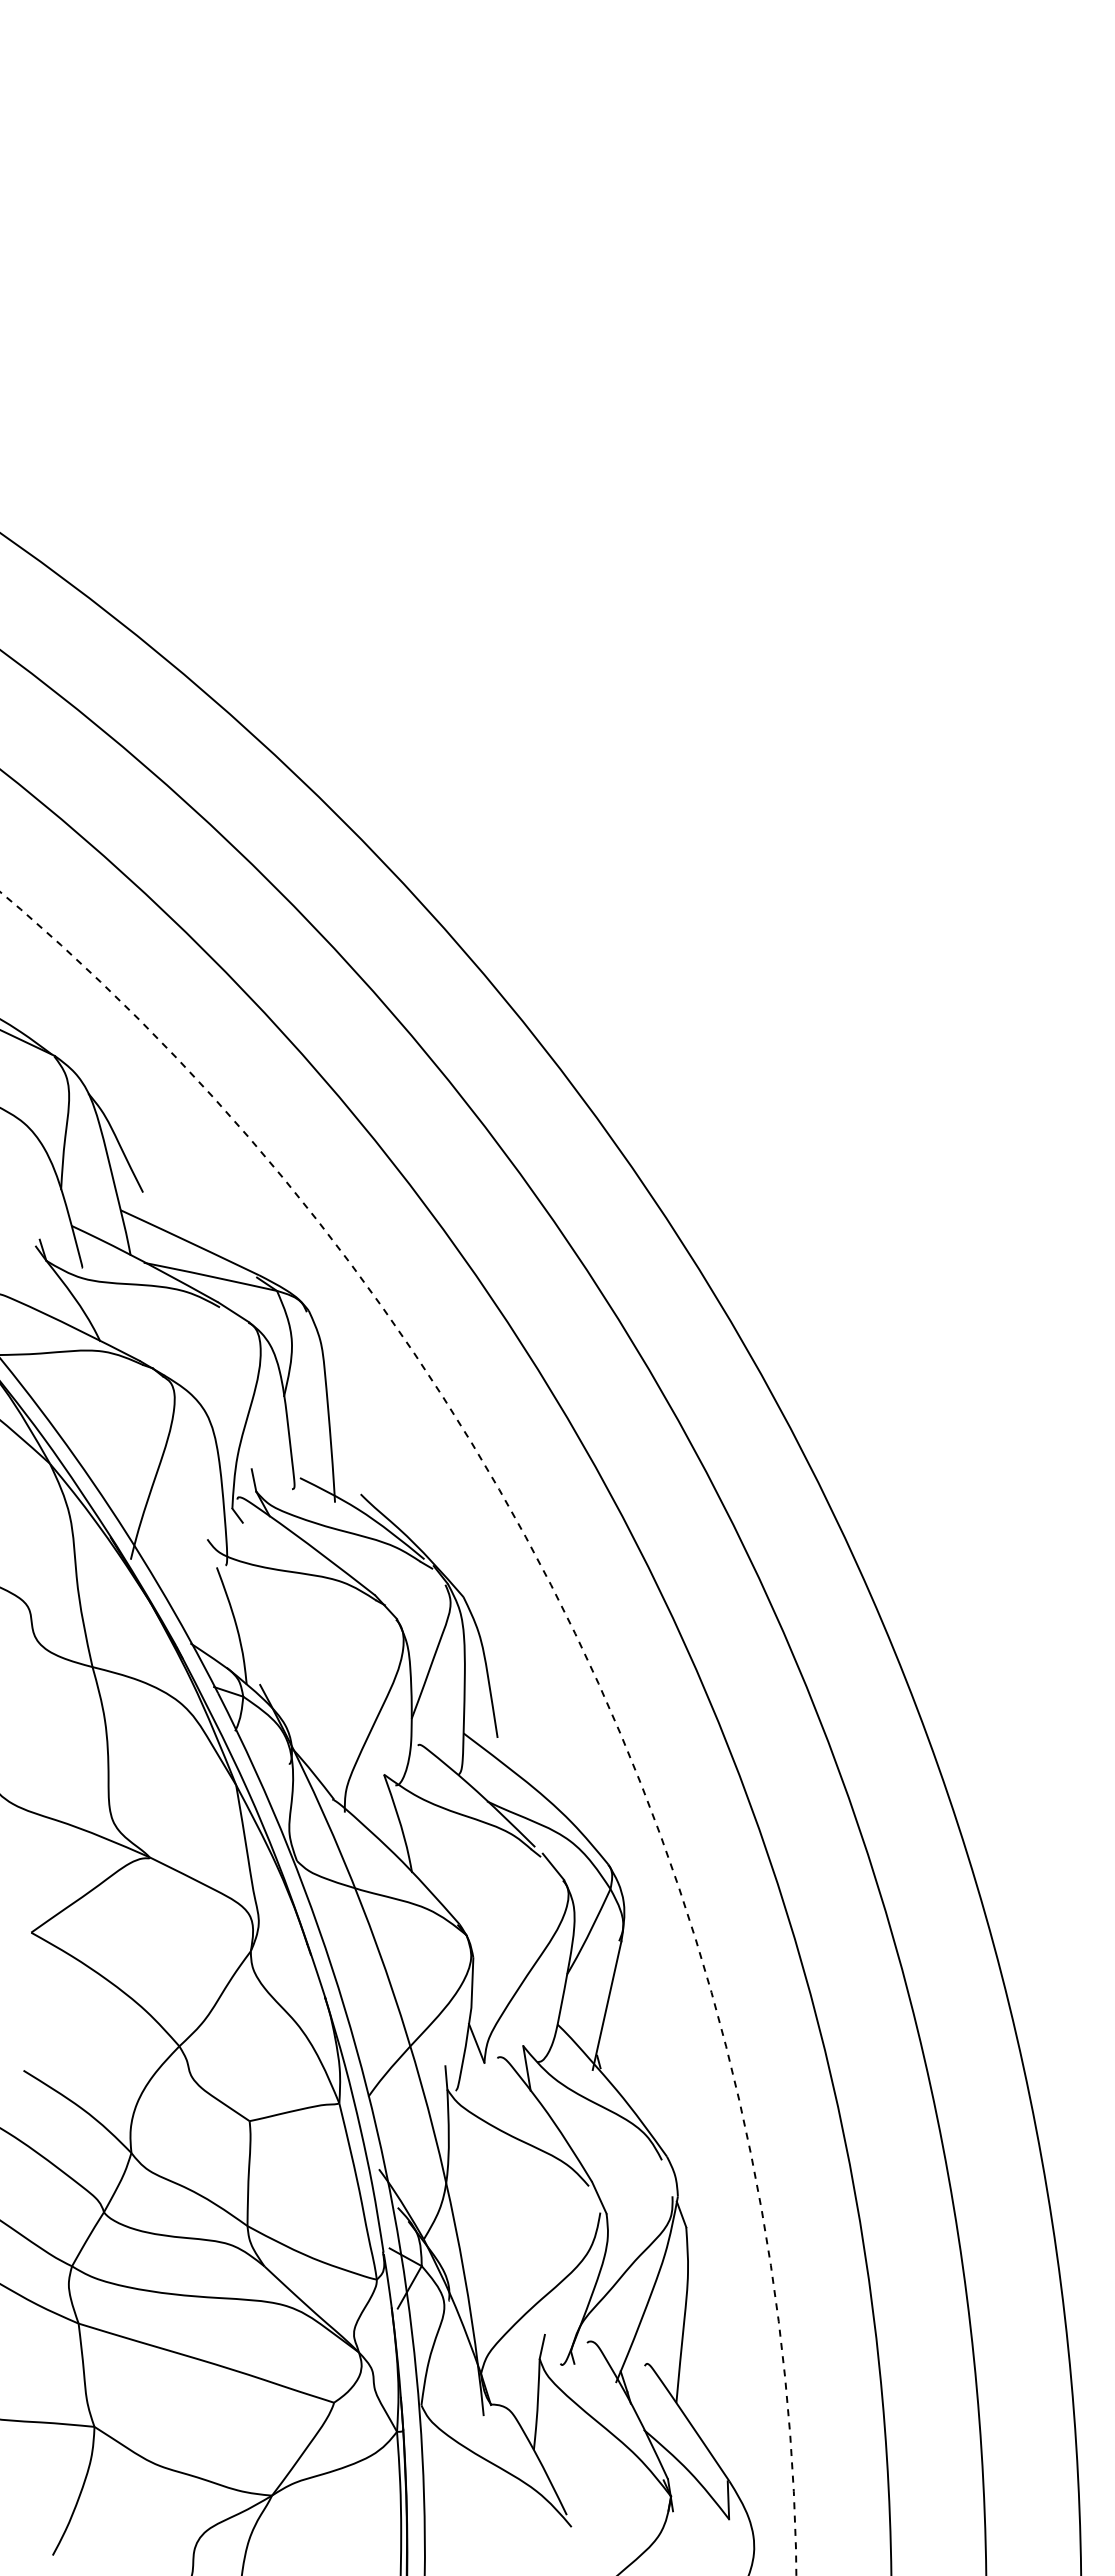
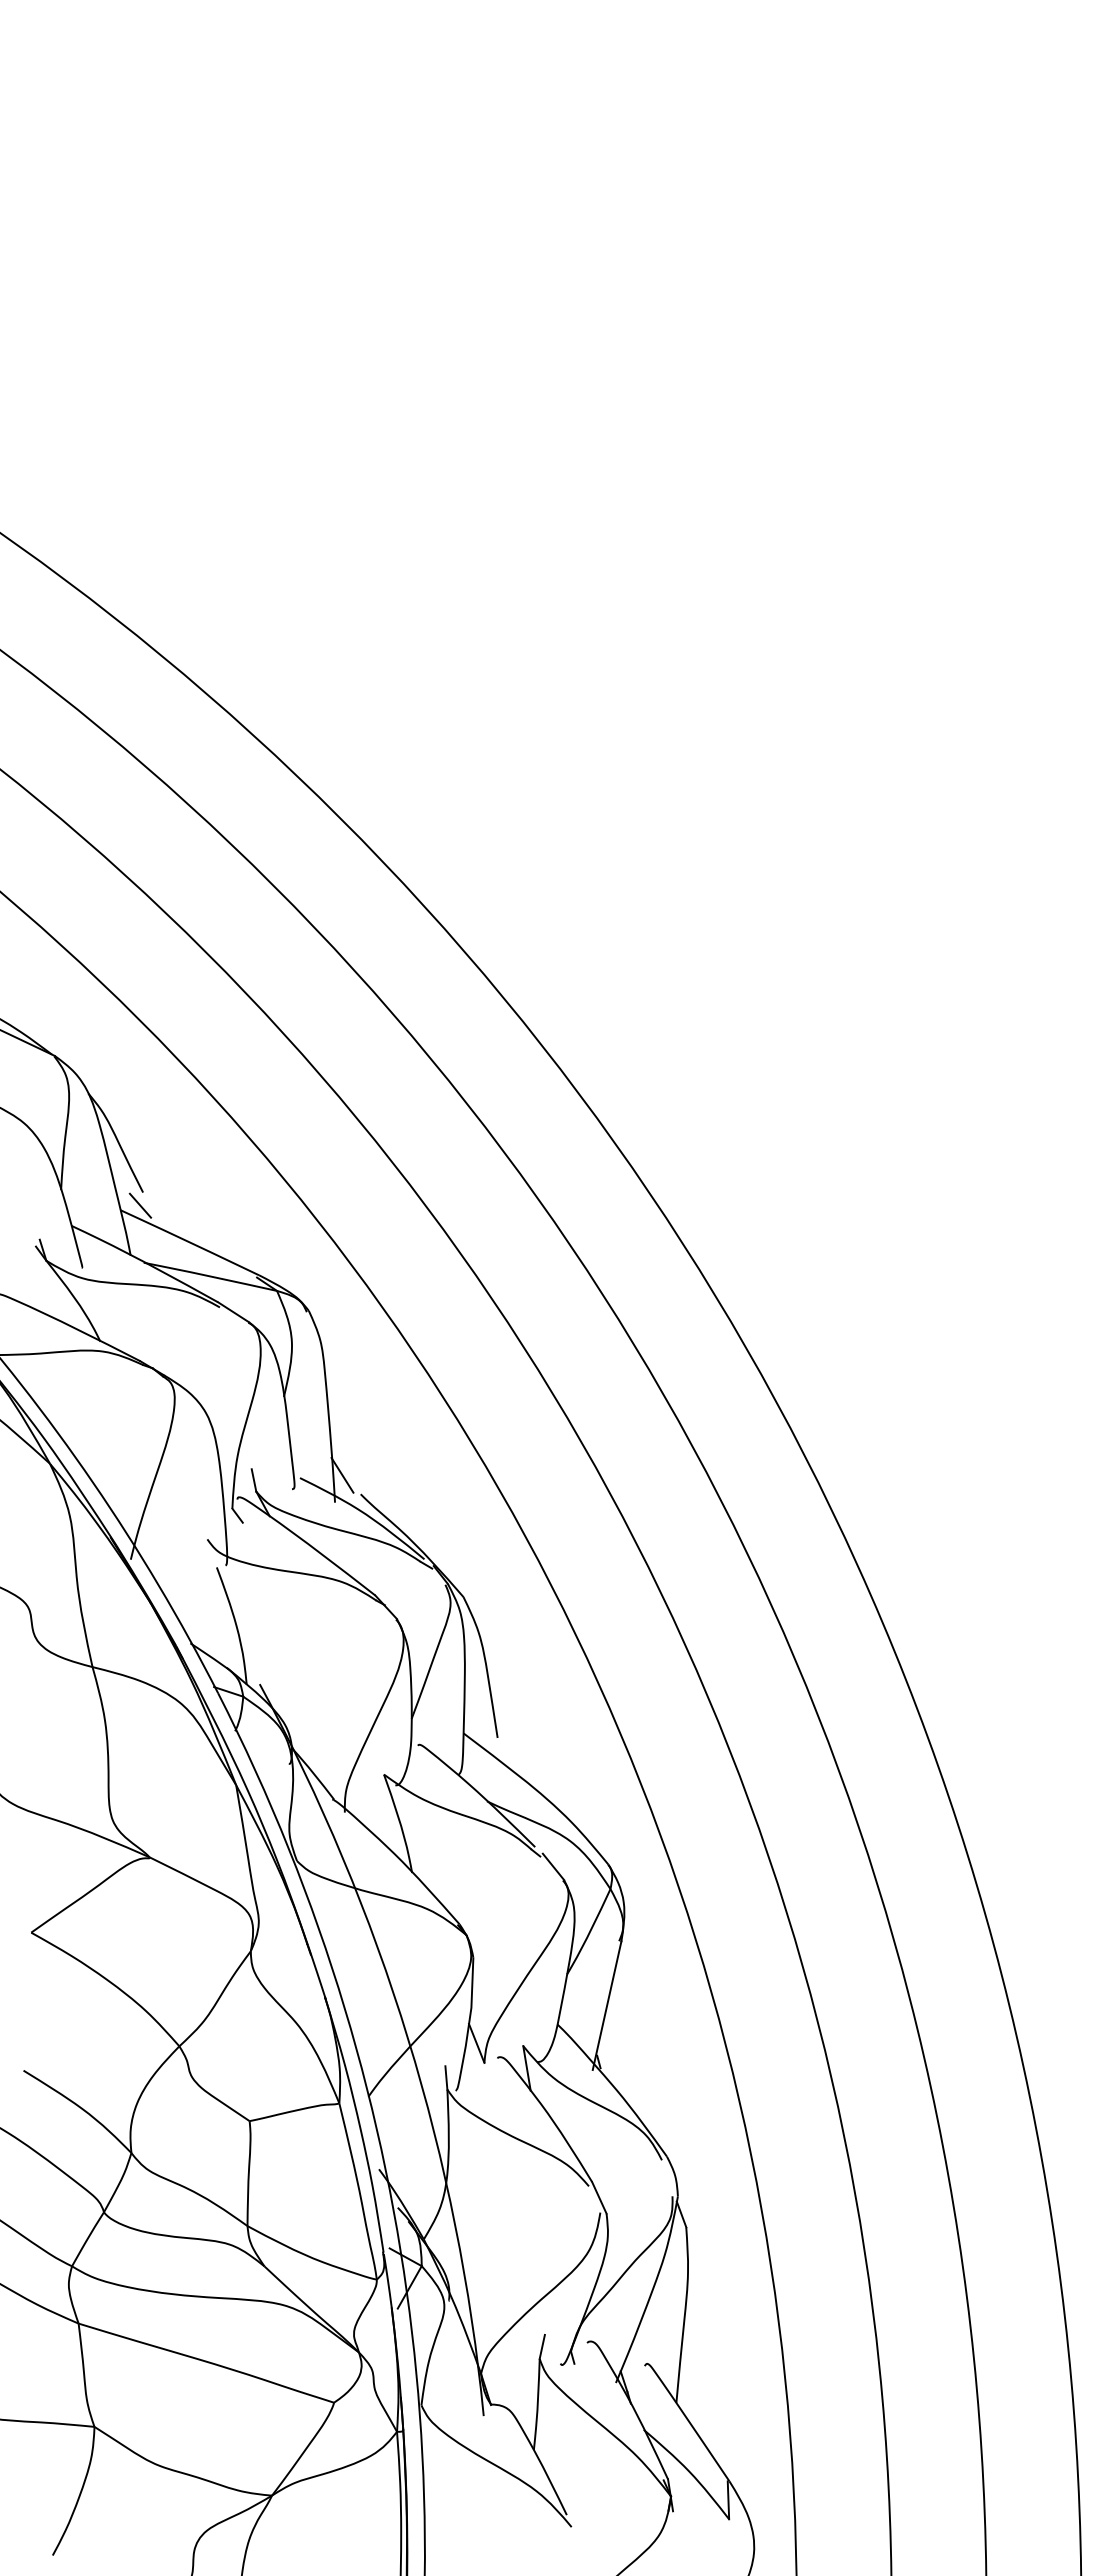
line at (140, 1205): none -> present
line at (342, 1474): none -> present
circle at (398, 1733): dashed -> solid
